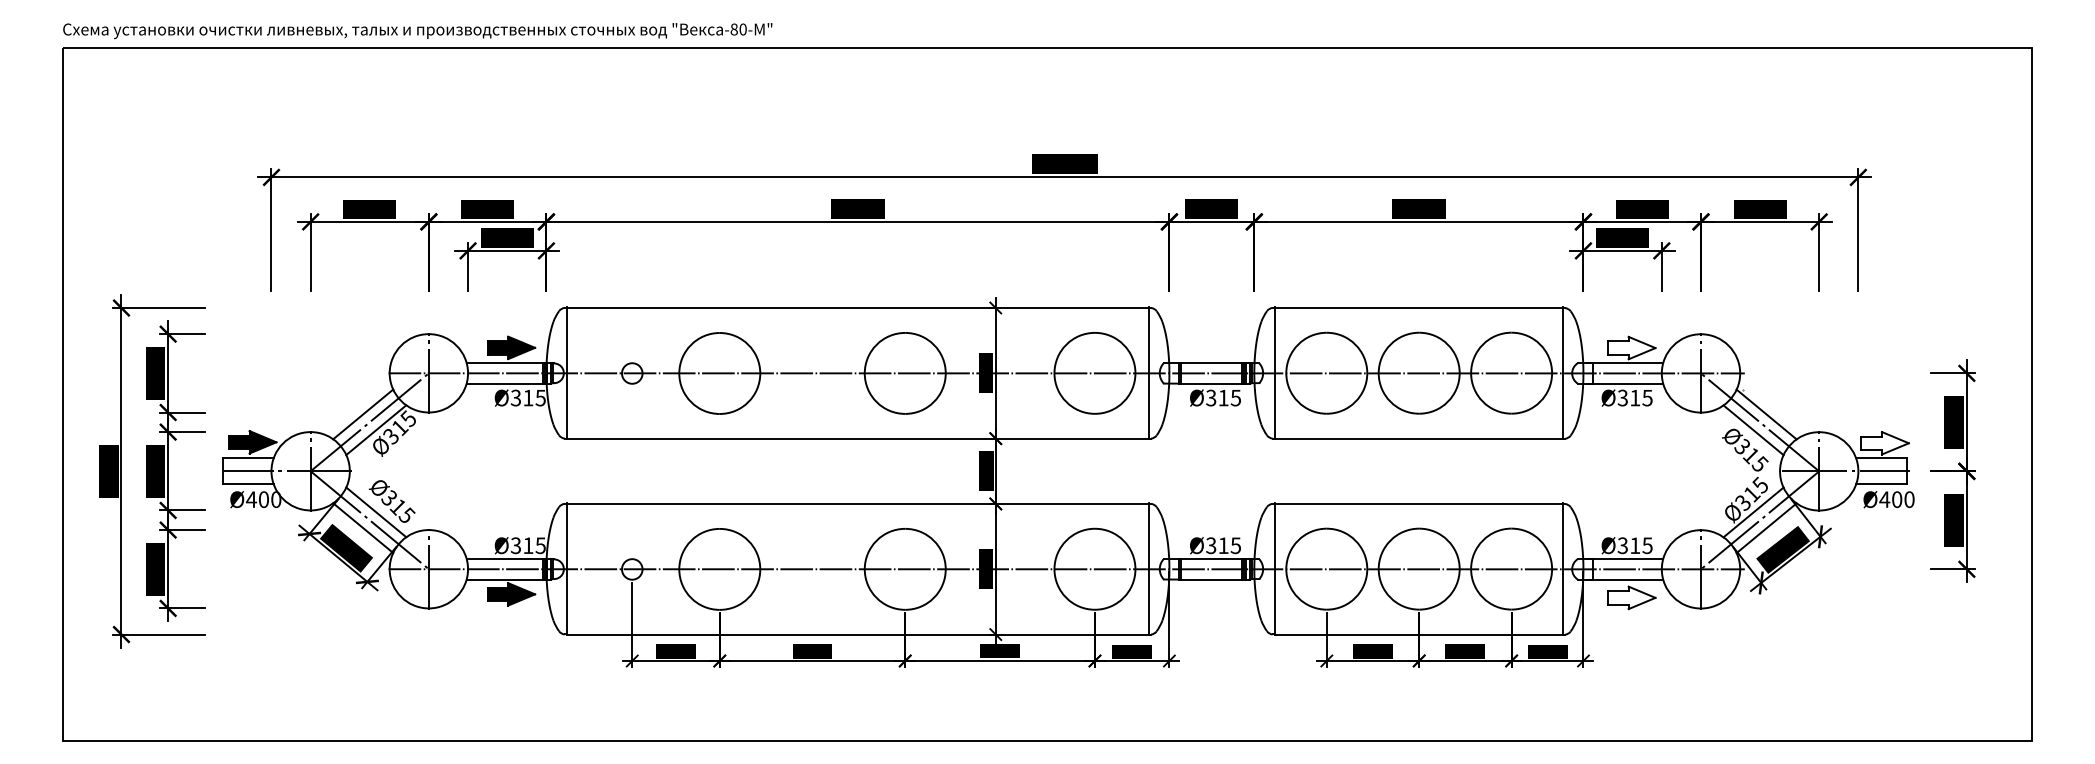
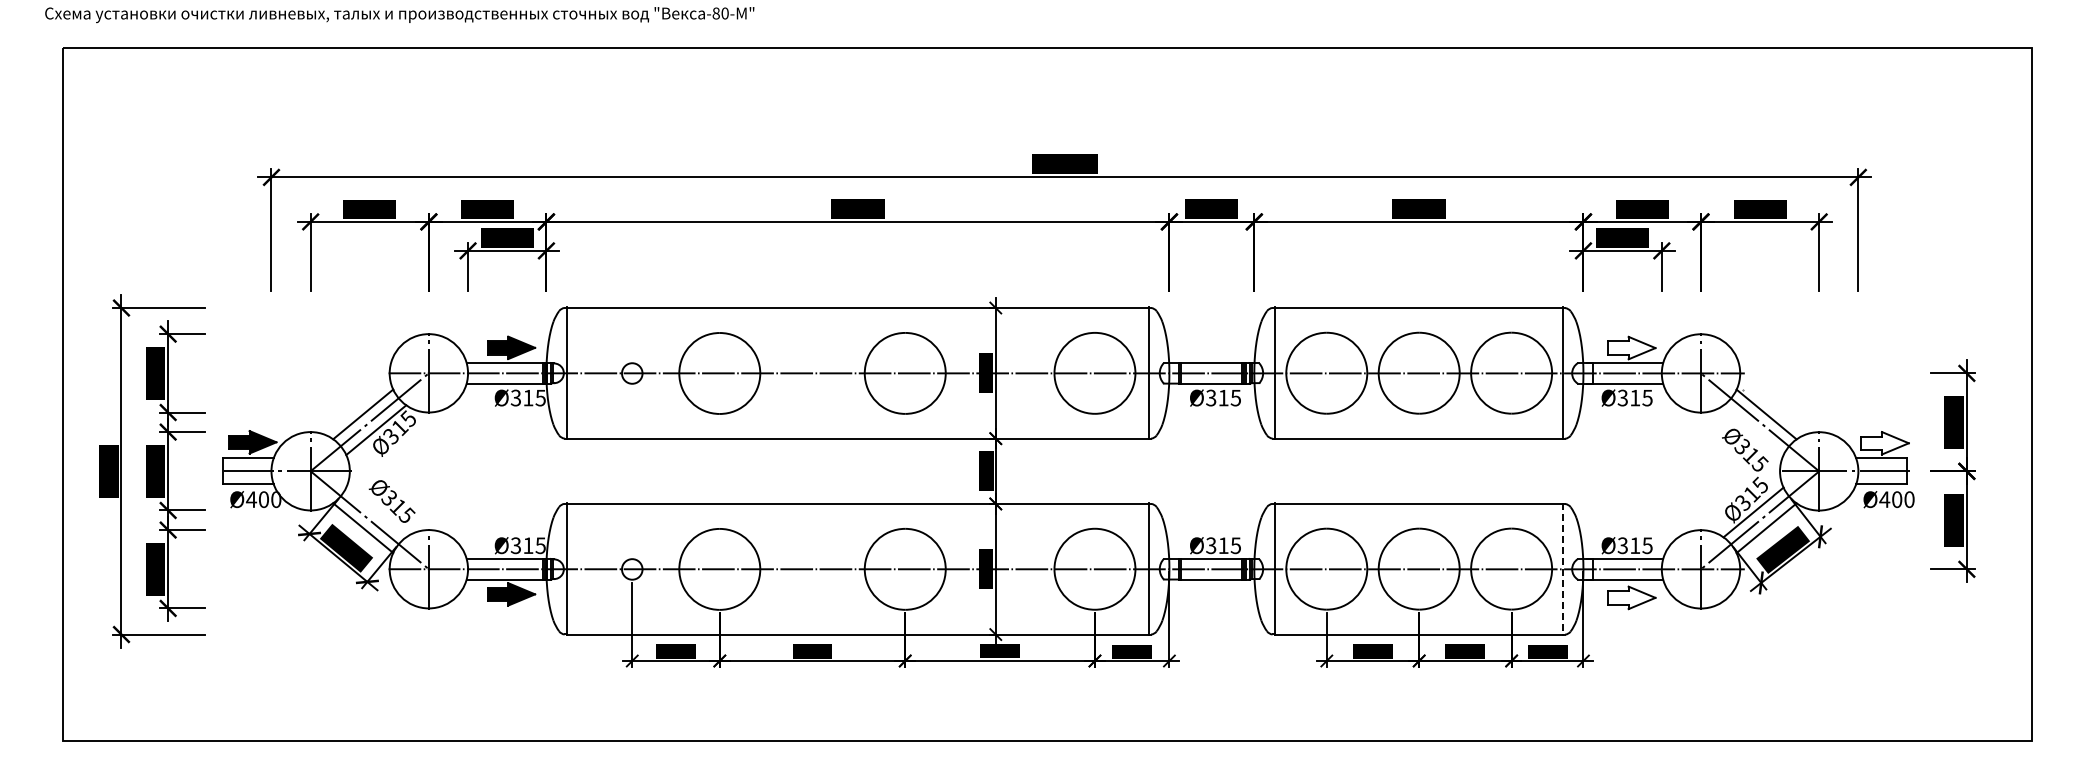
text at (417, 31) position: (417, 31) -> (399, 15)
line at (1753, 430): present -> none
line at (376, 512): present -> none
line at (1562, 569): solid -> dashed
